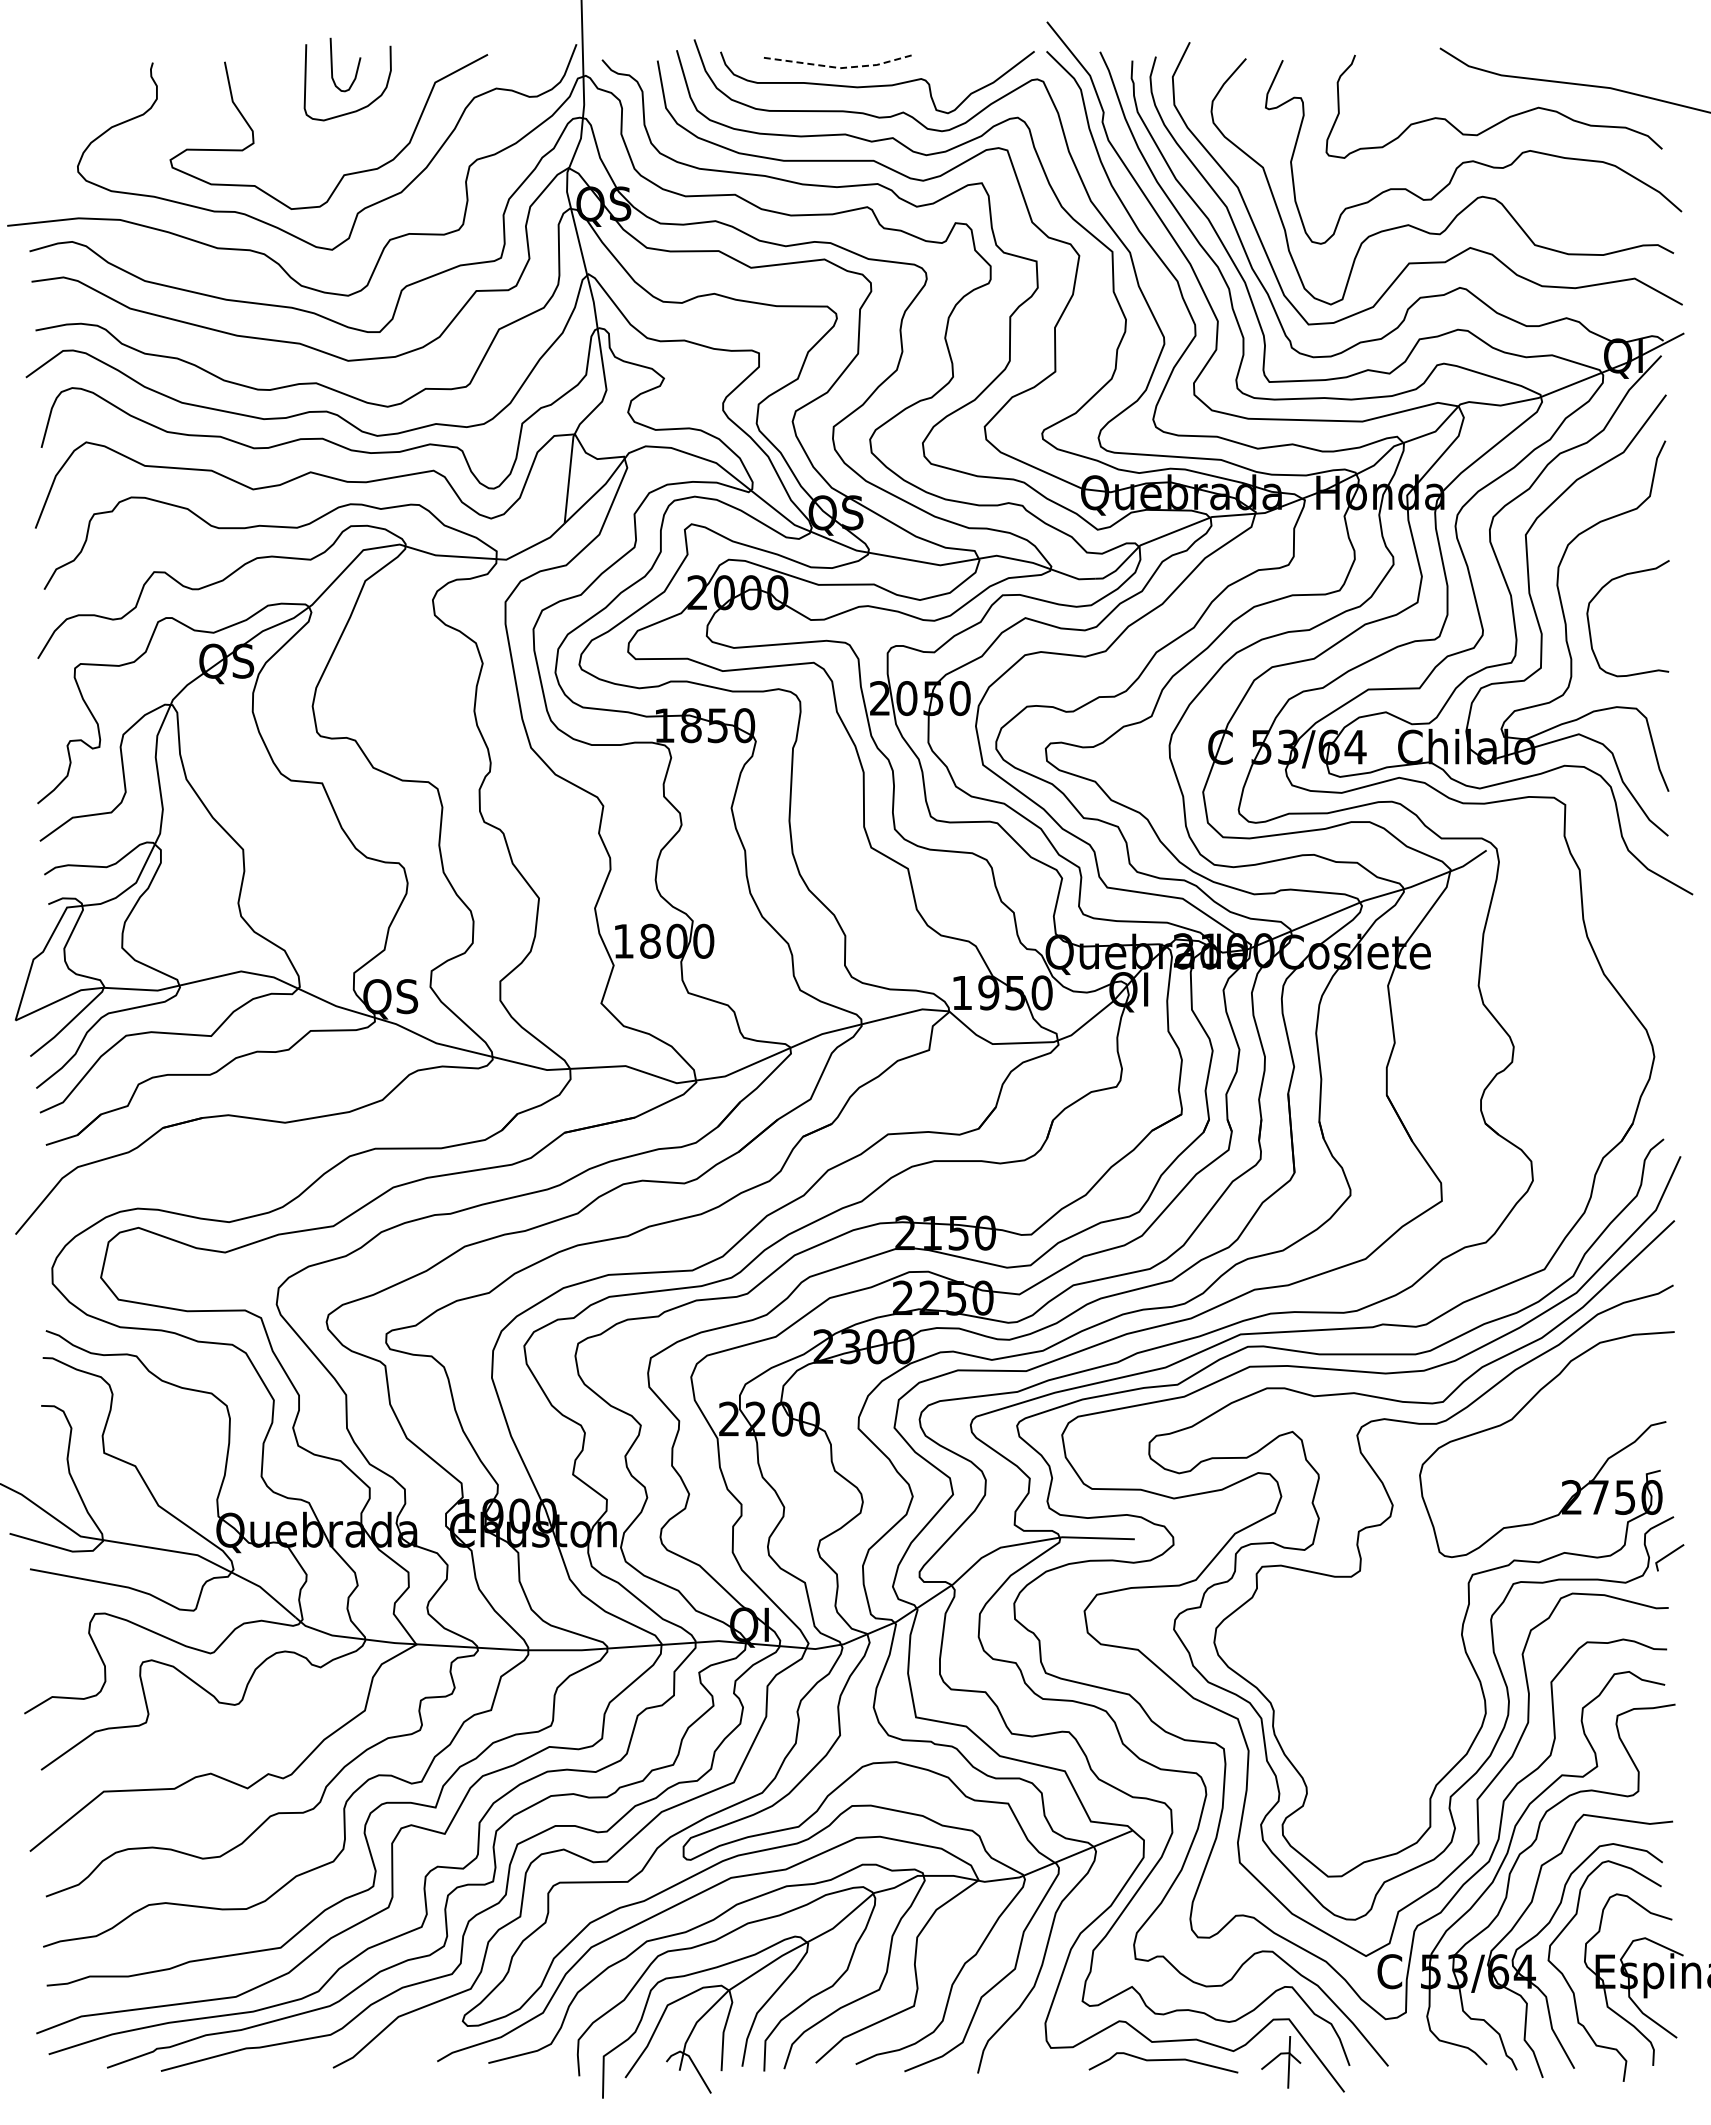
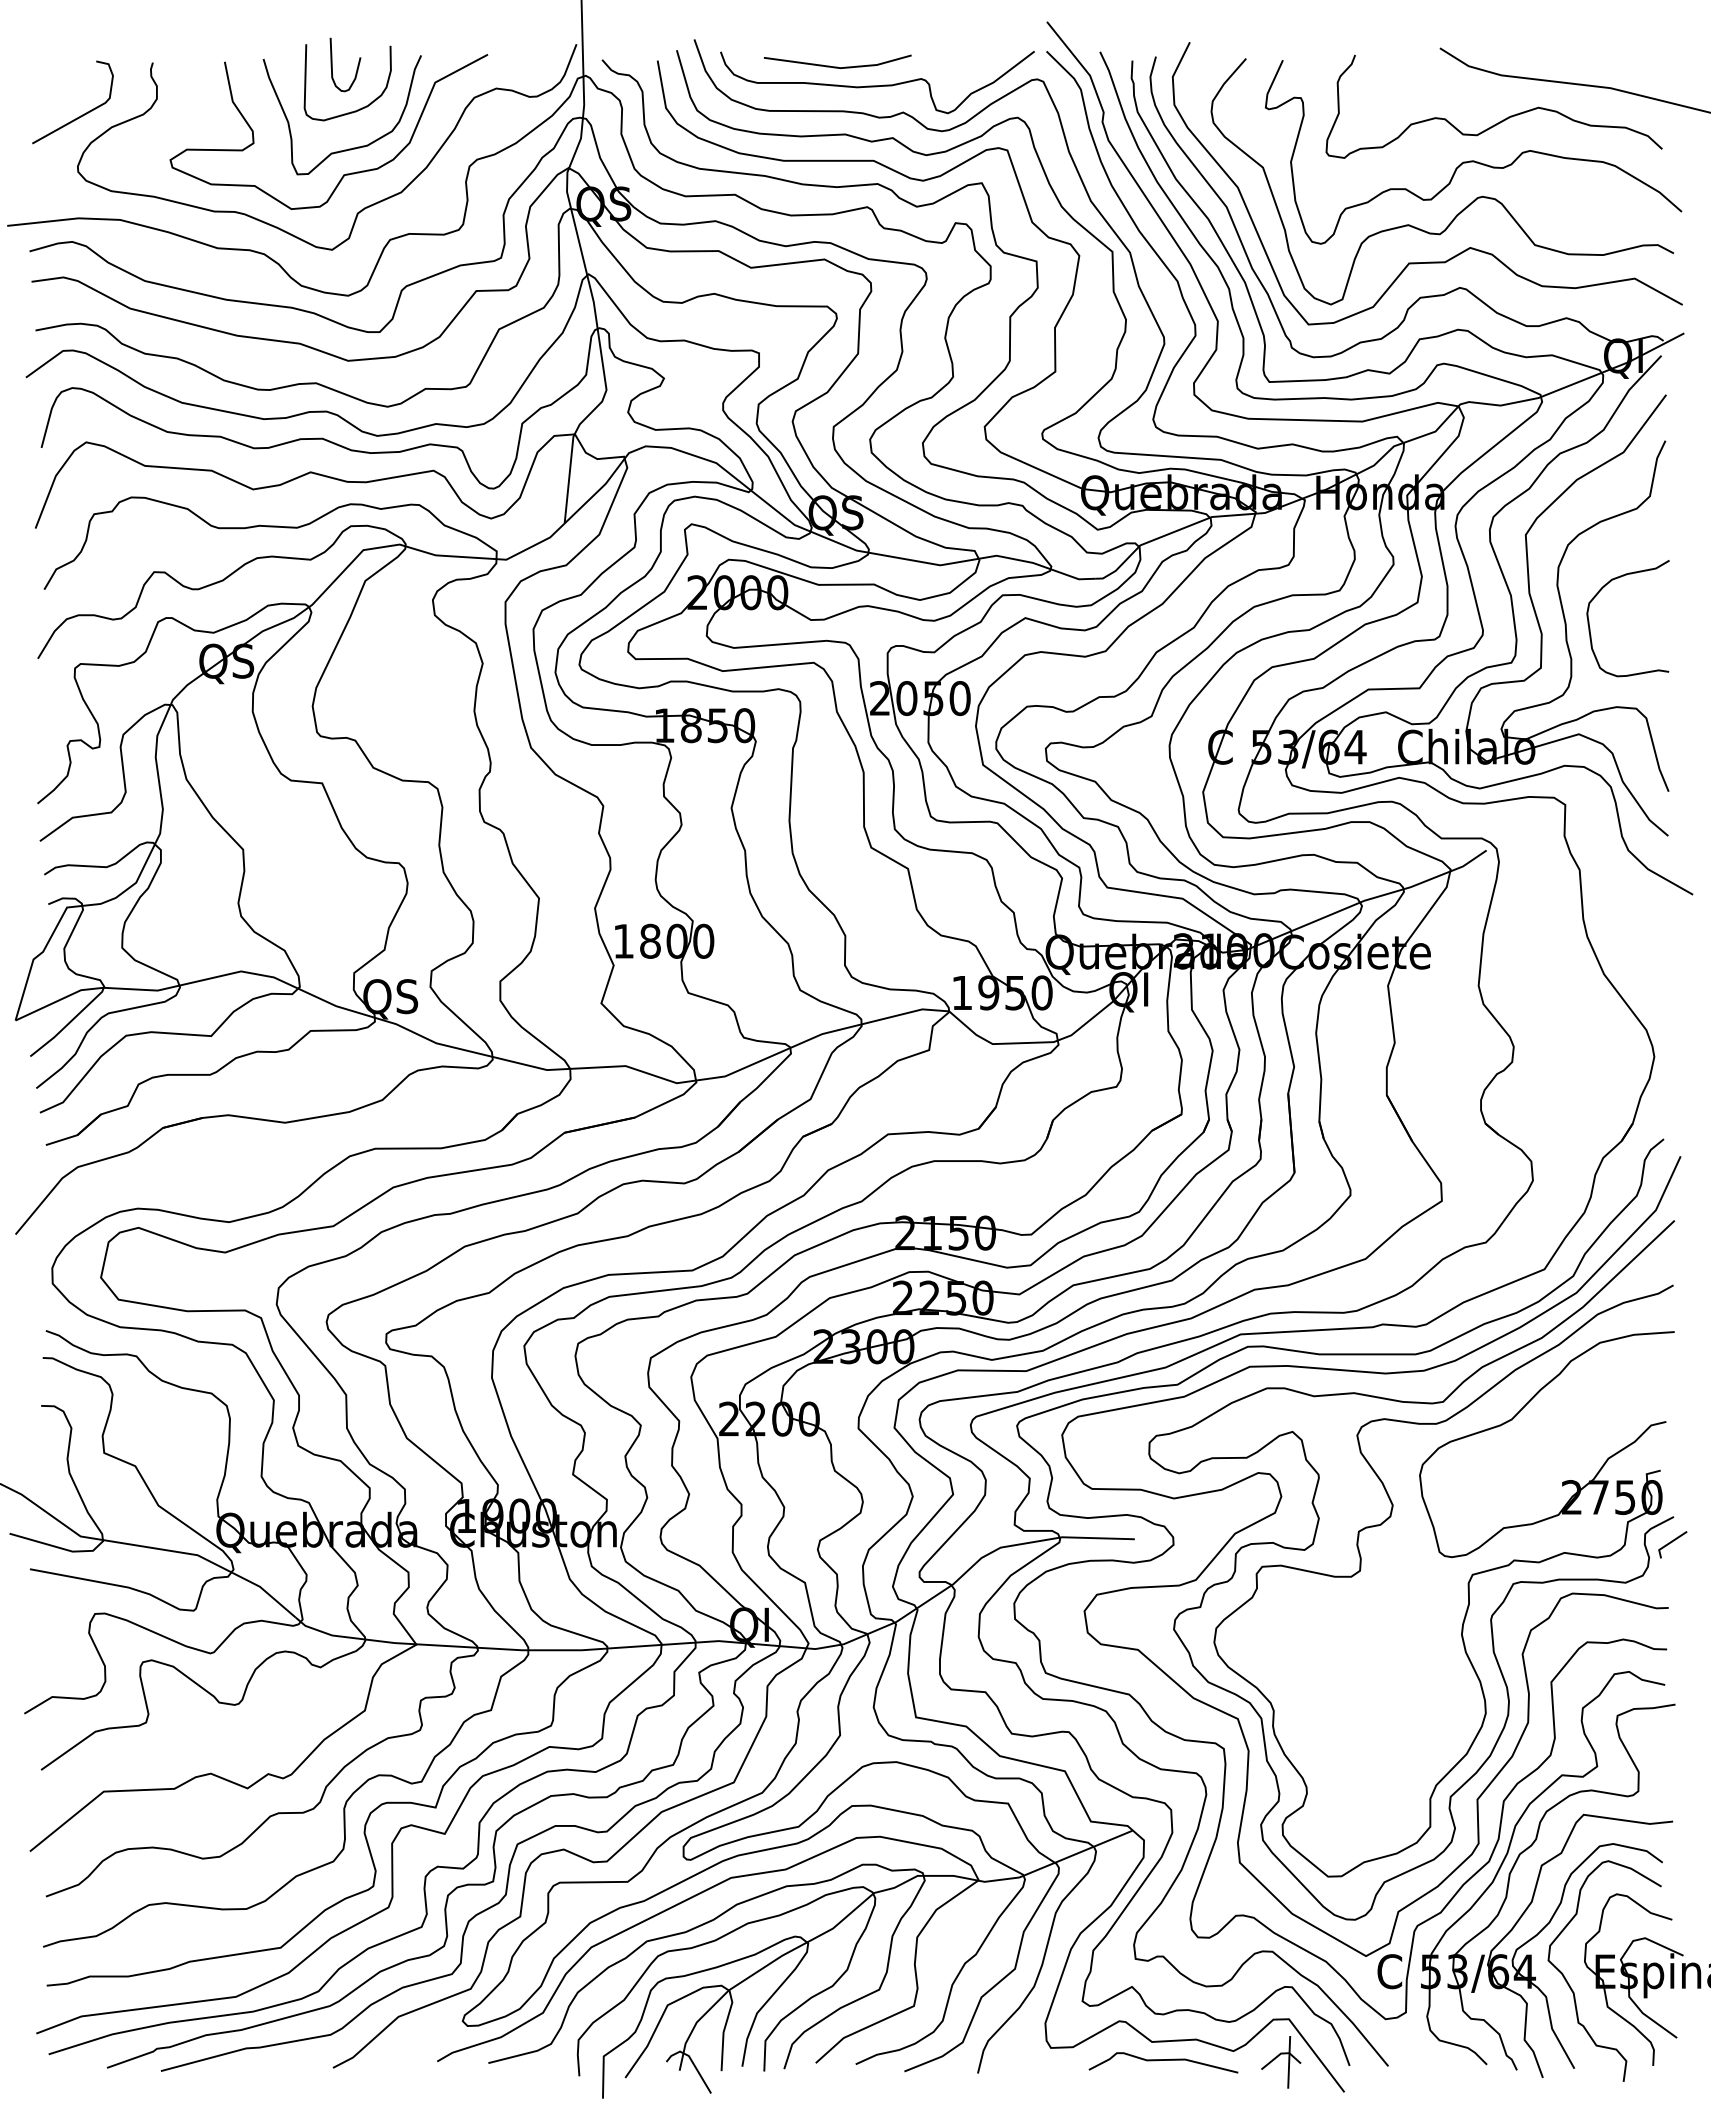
line at (839, 68): dashed -> solid
curve at (78, 116): none -> present
curve at (348, 148): none -> present
line at (1668, 1556) position: (1668, 1556) -> (1671, 1543)
